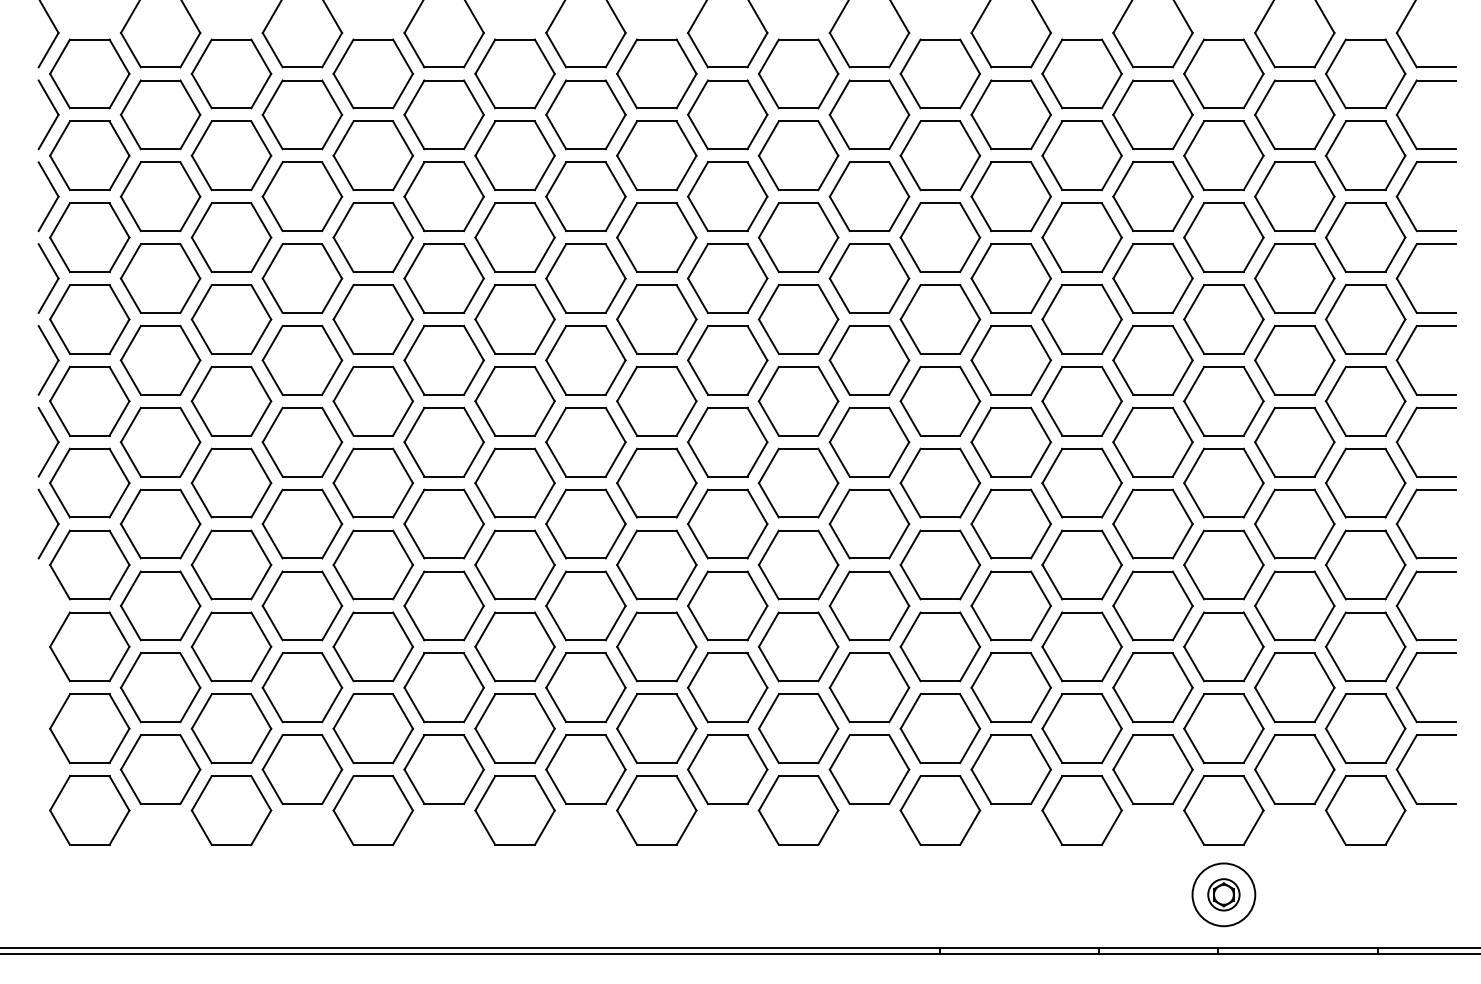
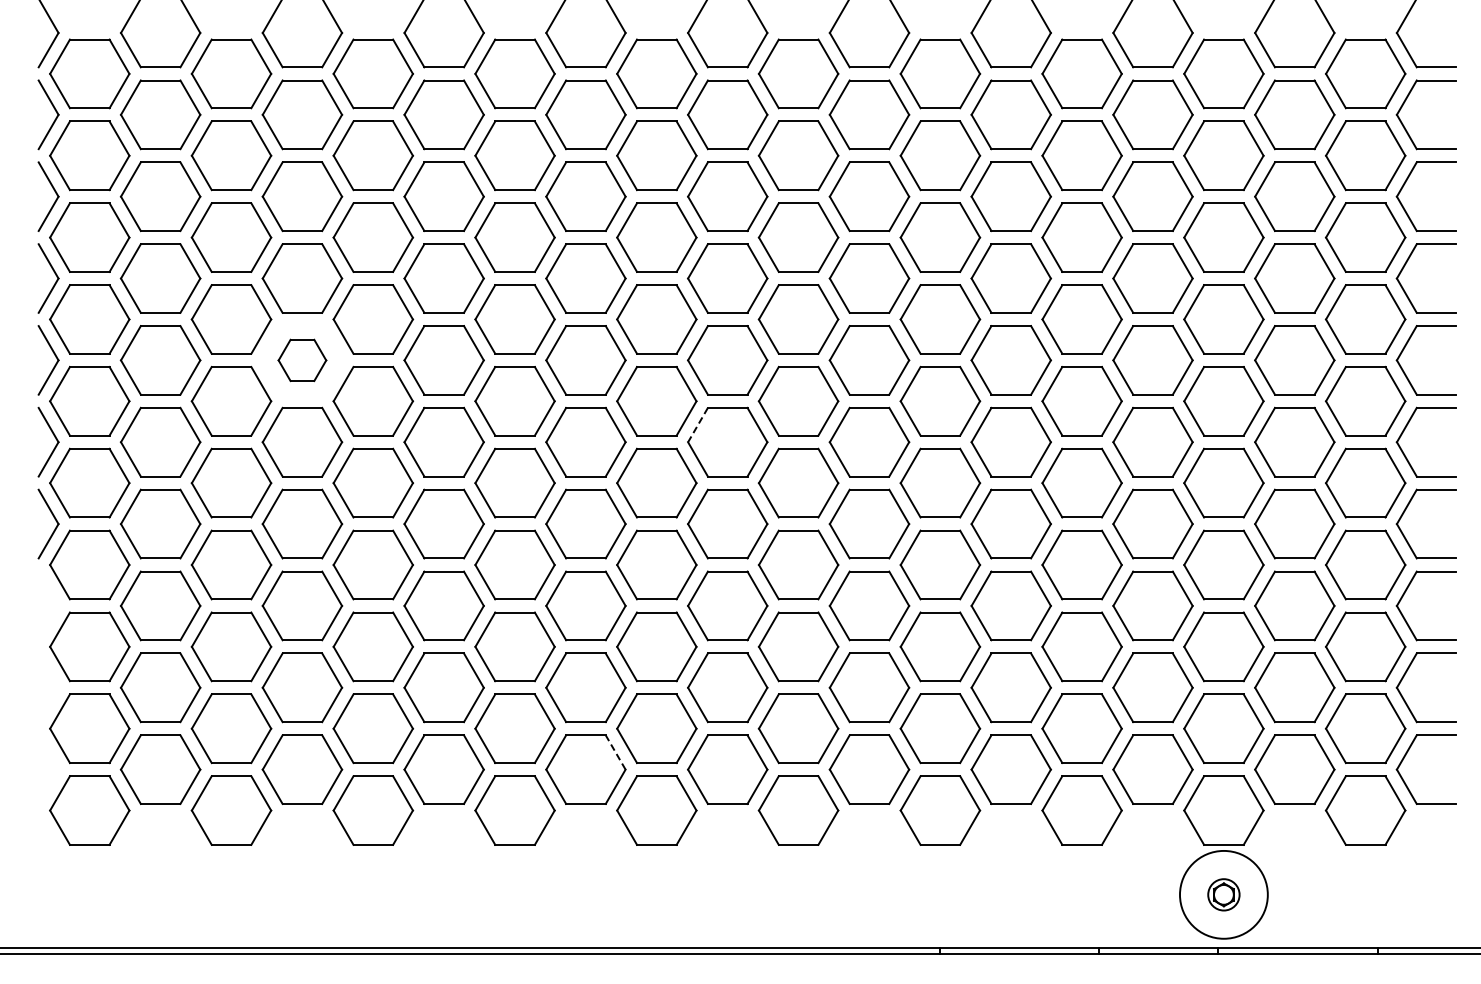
part at (302, 360) size: 83x71 px -> 51x45 px
line at (698, 425): solid -> dashed
line at (615, 752): solid -> dashed
circle at (1223, 894) diameter: 63 px -> 88 px
